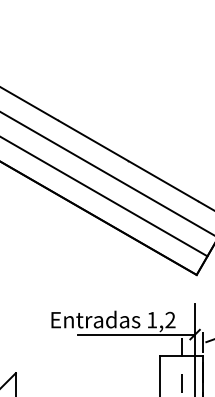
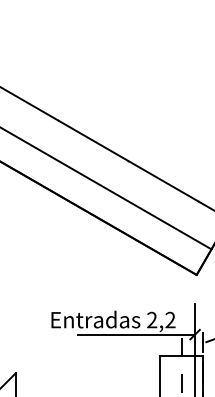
line at (106, 173): present -> none
line at (104, 196) position: (104, 196) -> (106, 188)
text at (152, 319): 1,2 -> 2,2
